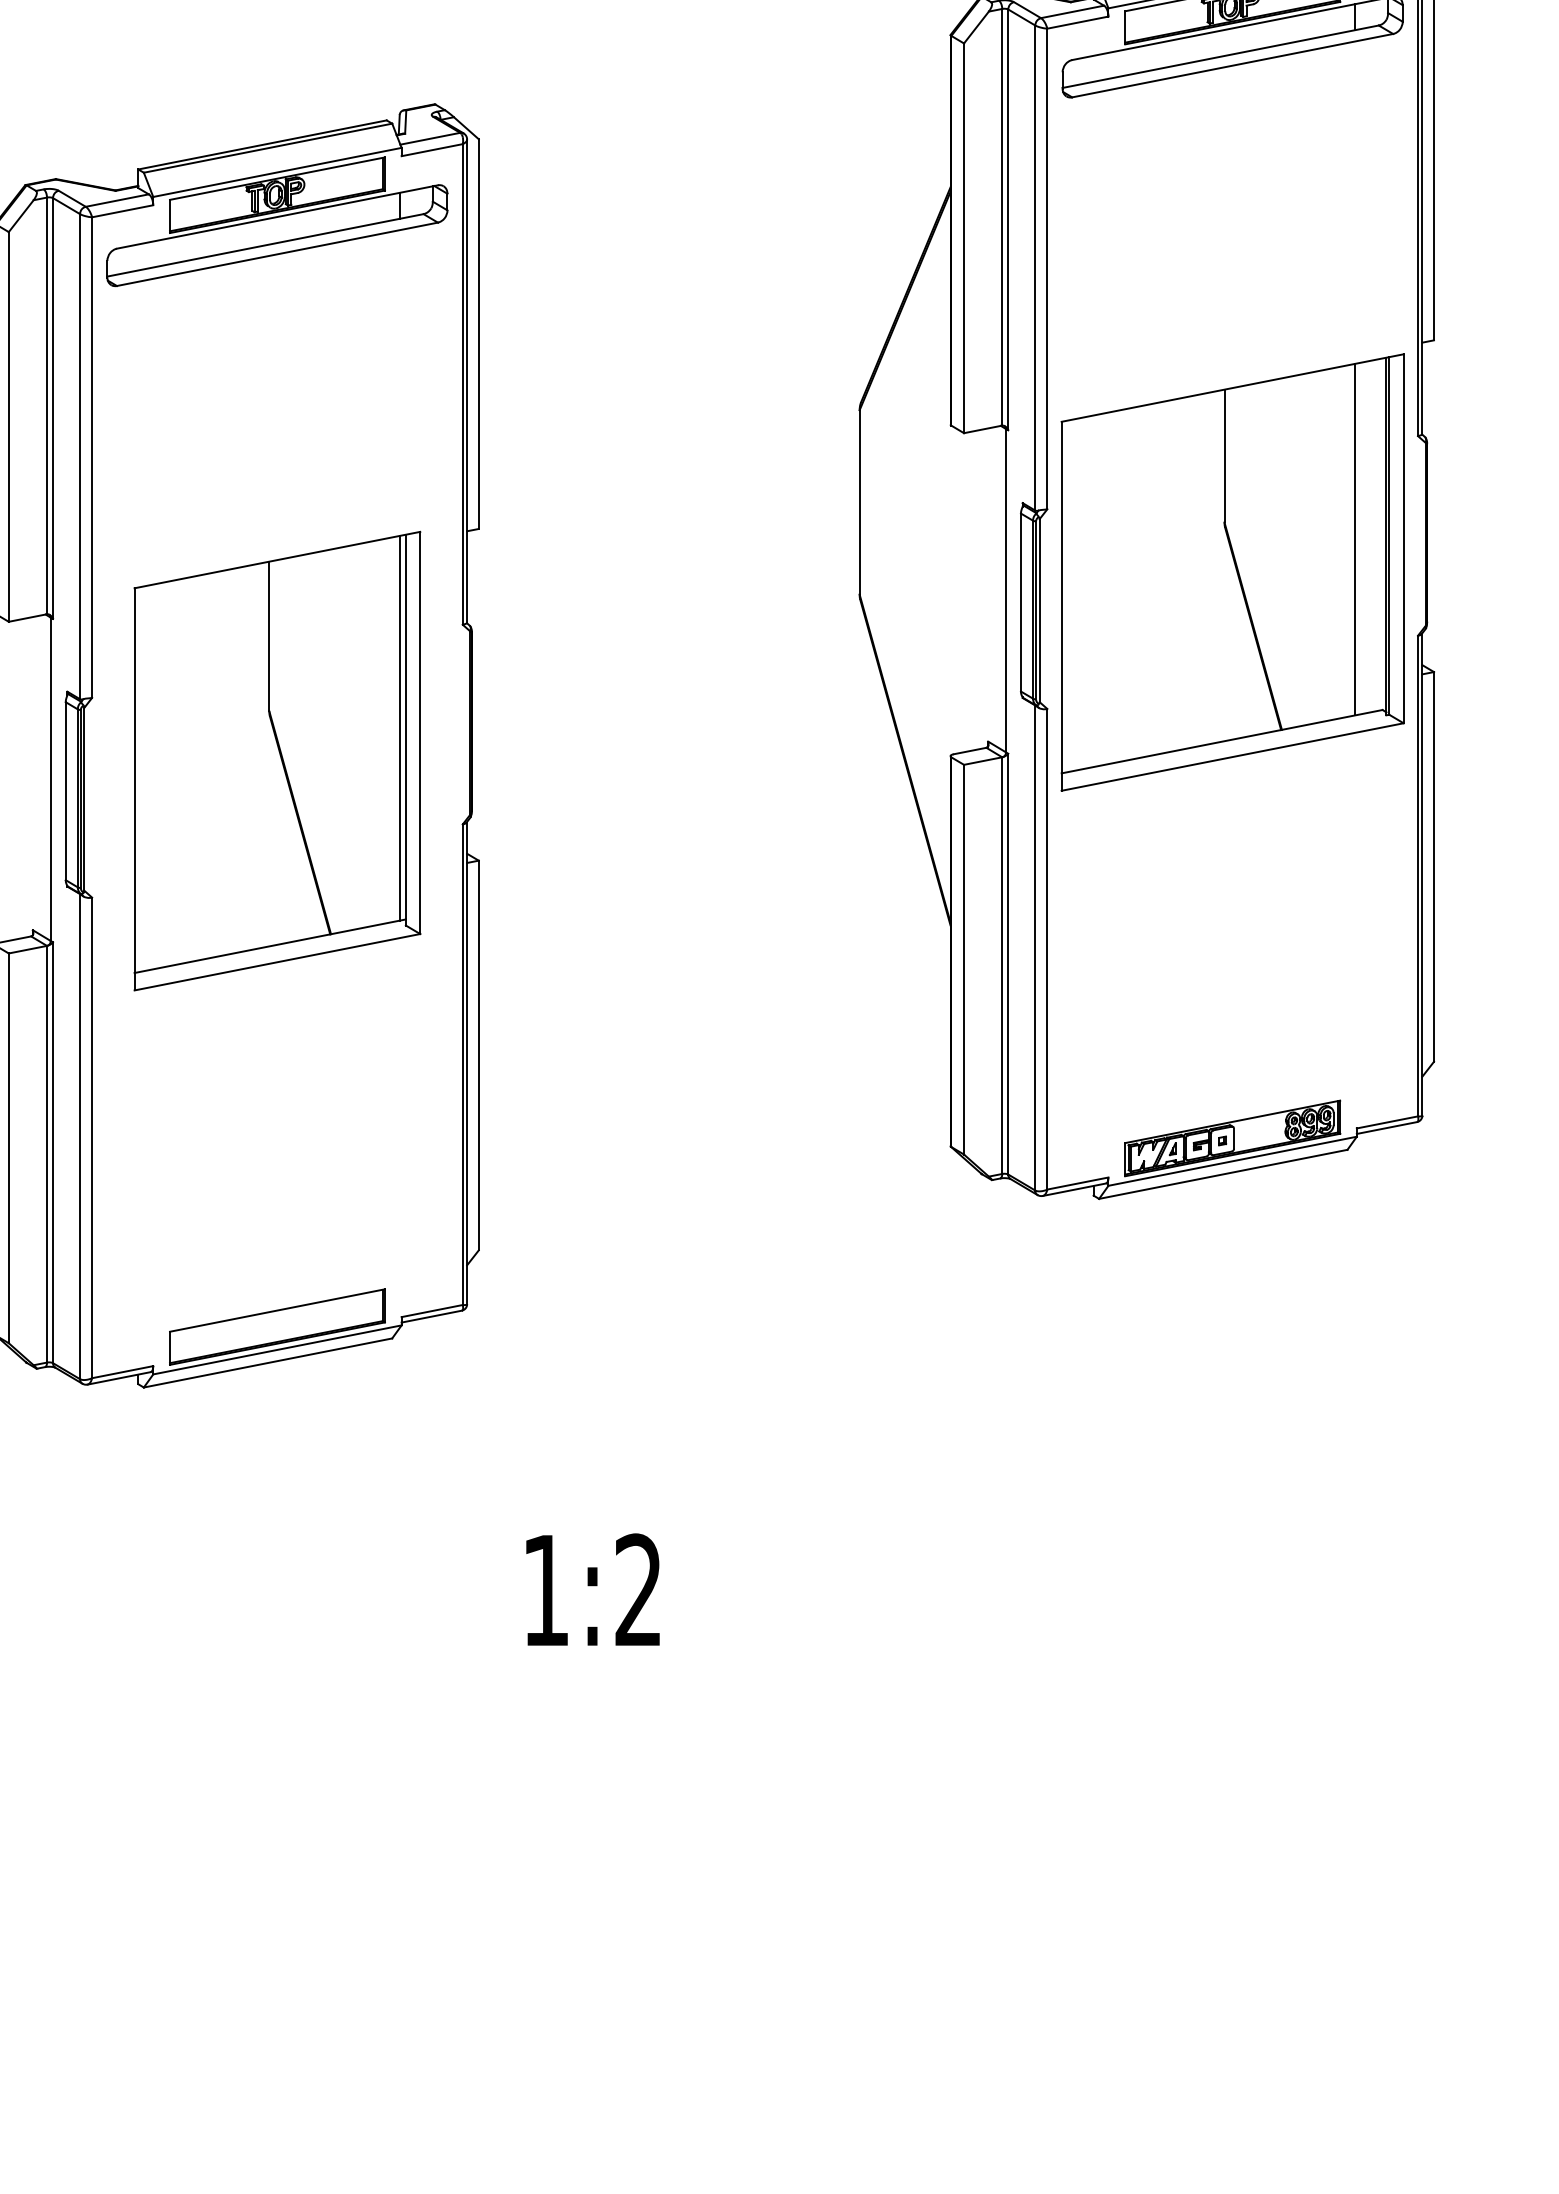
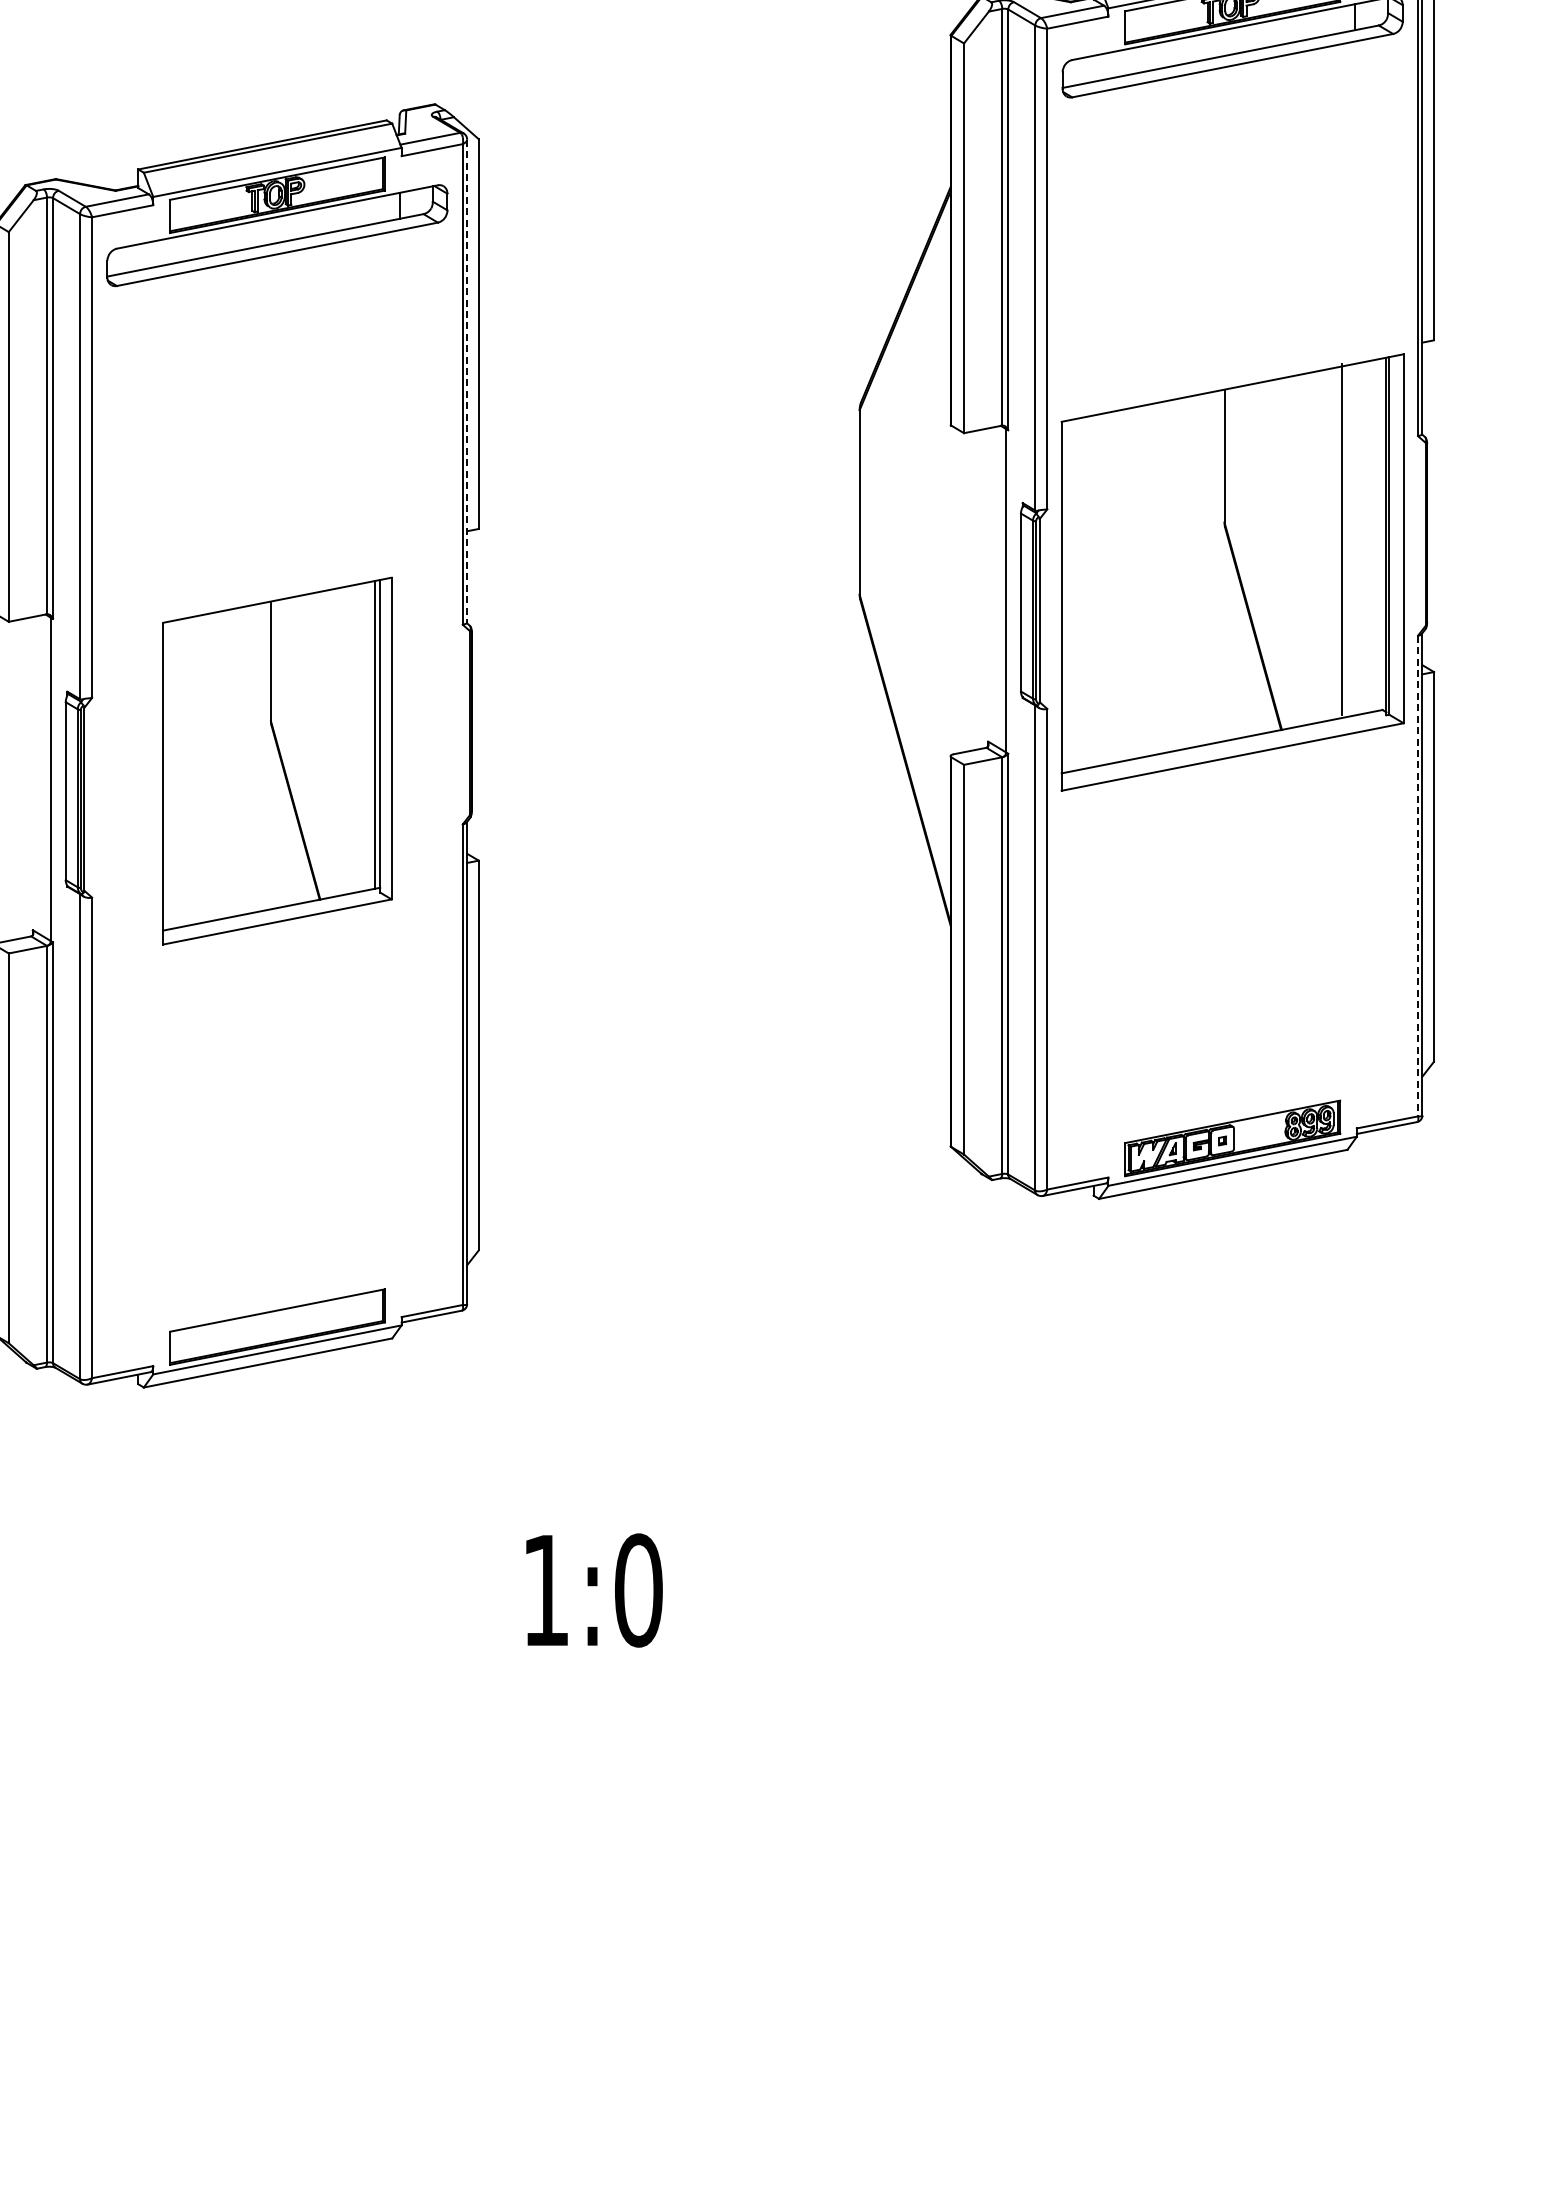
line at (467, 381): solid -> dashed
line at (1354, 539) position: (1354, 539) -> (1341, 539)
part at (277, 760) size: 289x462 px -> 231x370 px
line at (1417, 876): solid -> dashed
text at (638, 1590): 1:2 -> 1:0
